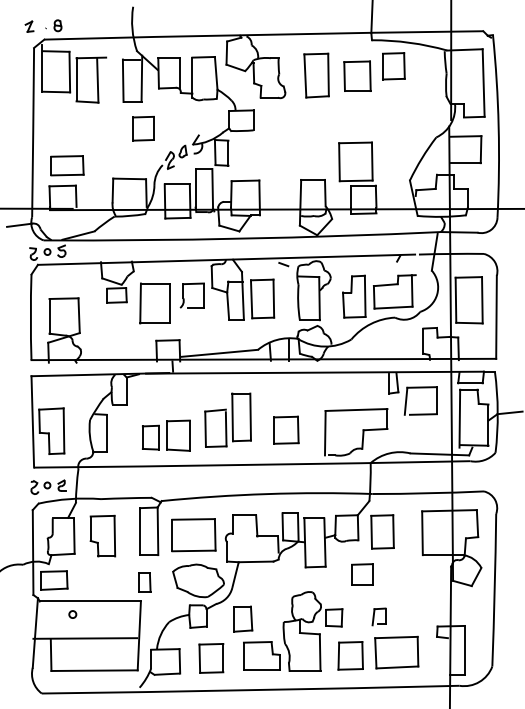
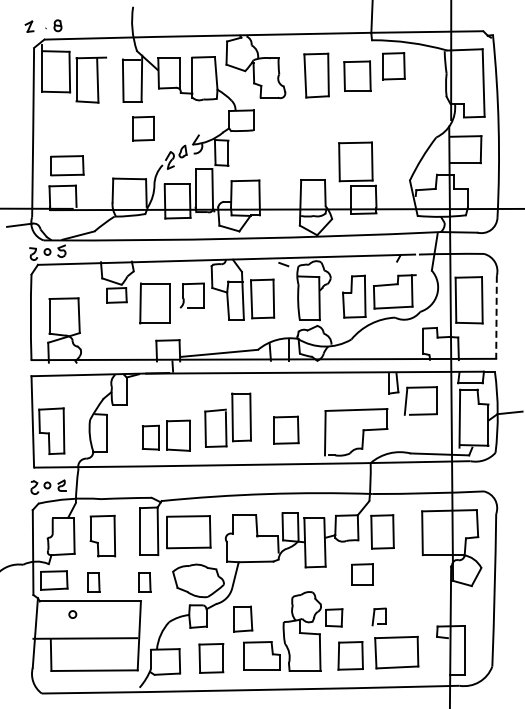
line at (496, 317): solid -> dashed
part at (193, 535) position: (193, 535) -> (188, 532)
part at (93, 582): none -> present
